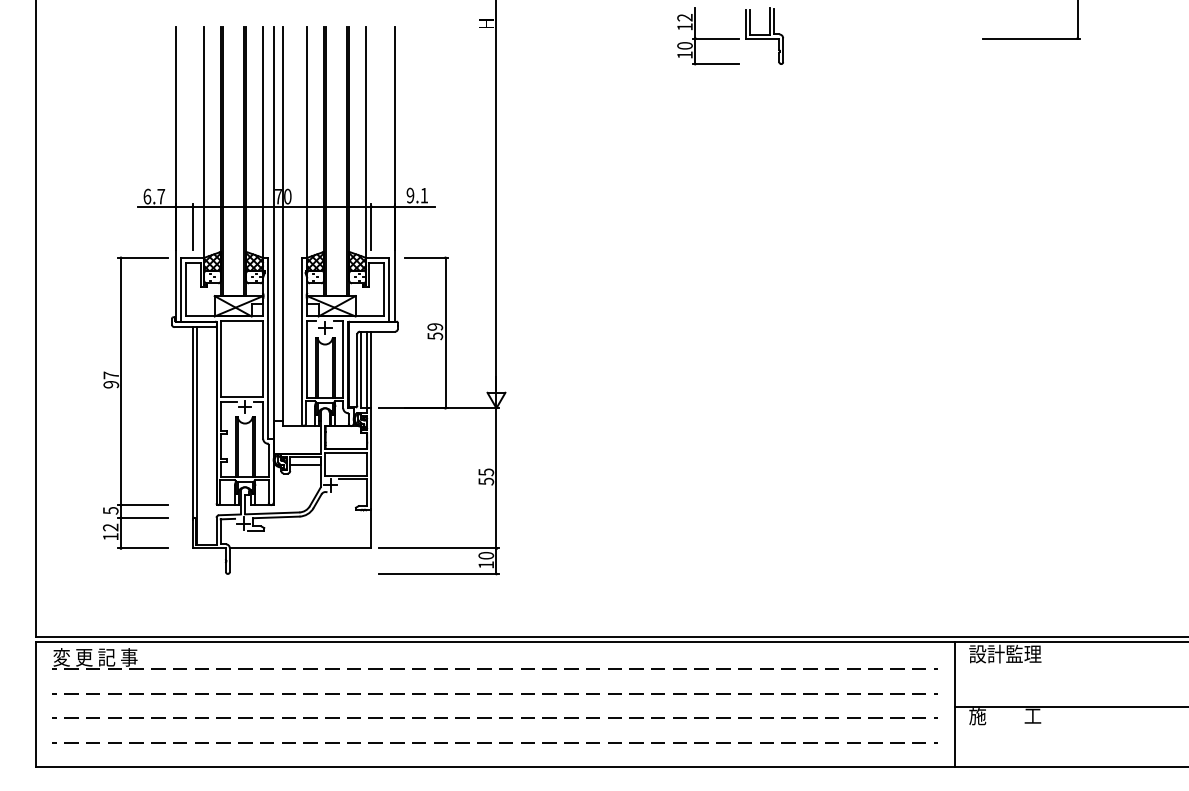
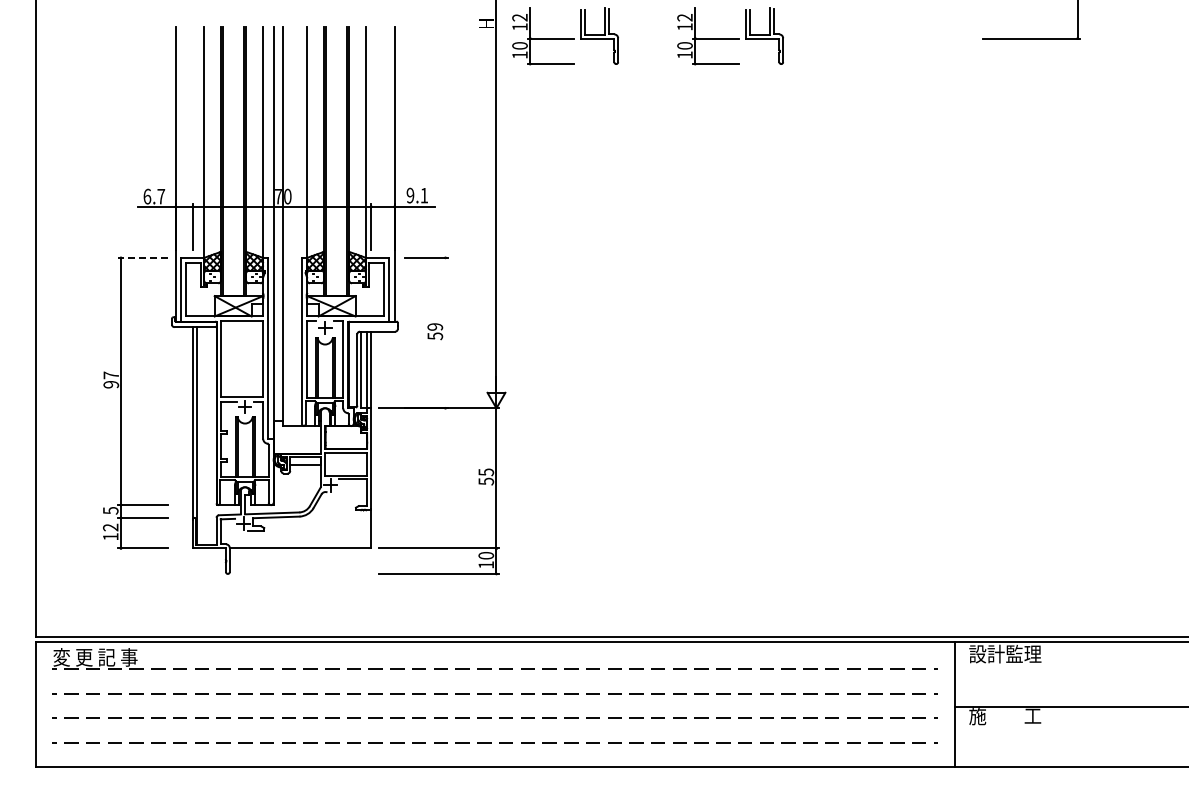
part at (565, 36): none -> present
line at (143, 257): solid -> dashed
line at (445, 332): present -> none
